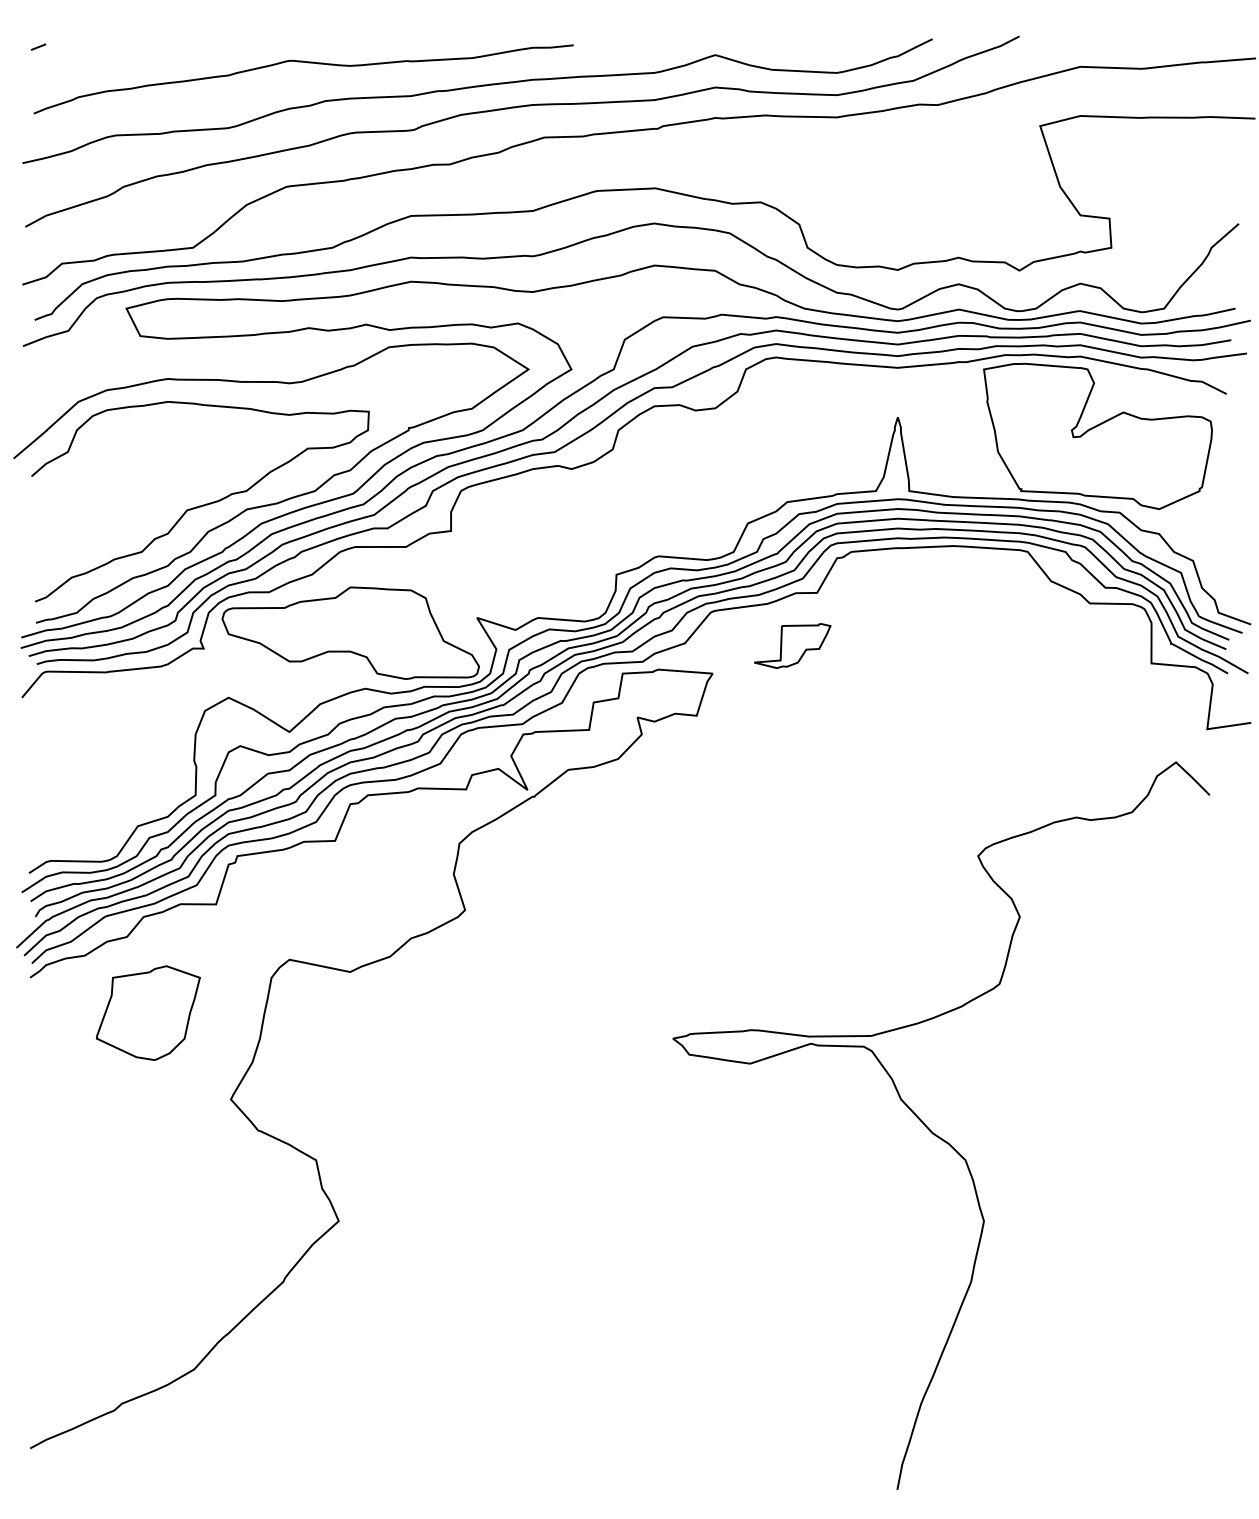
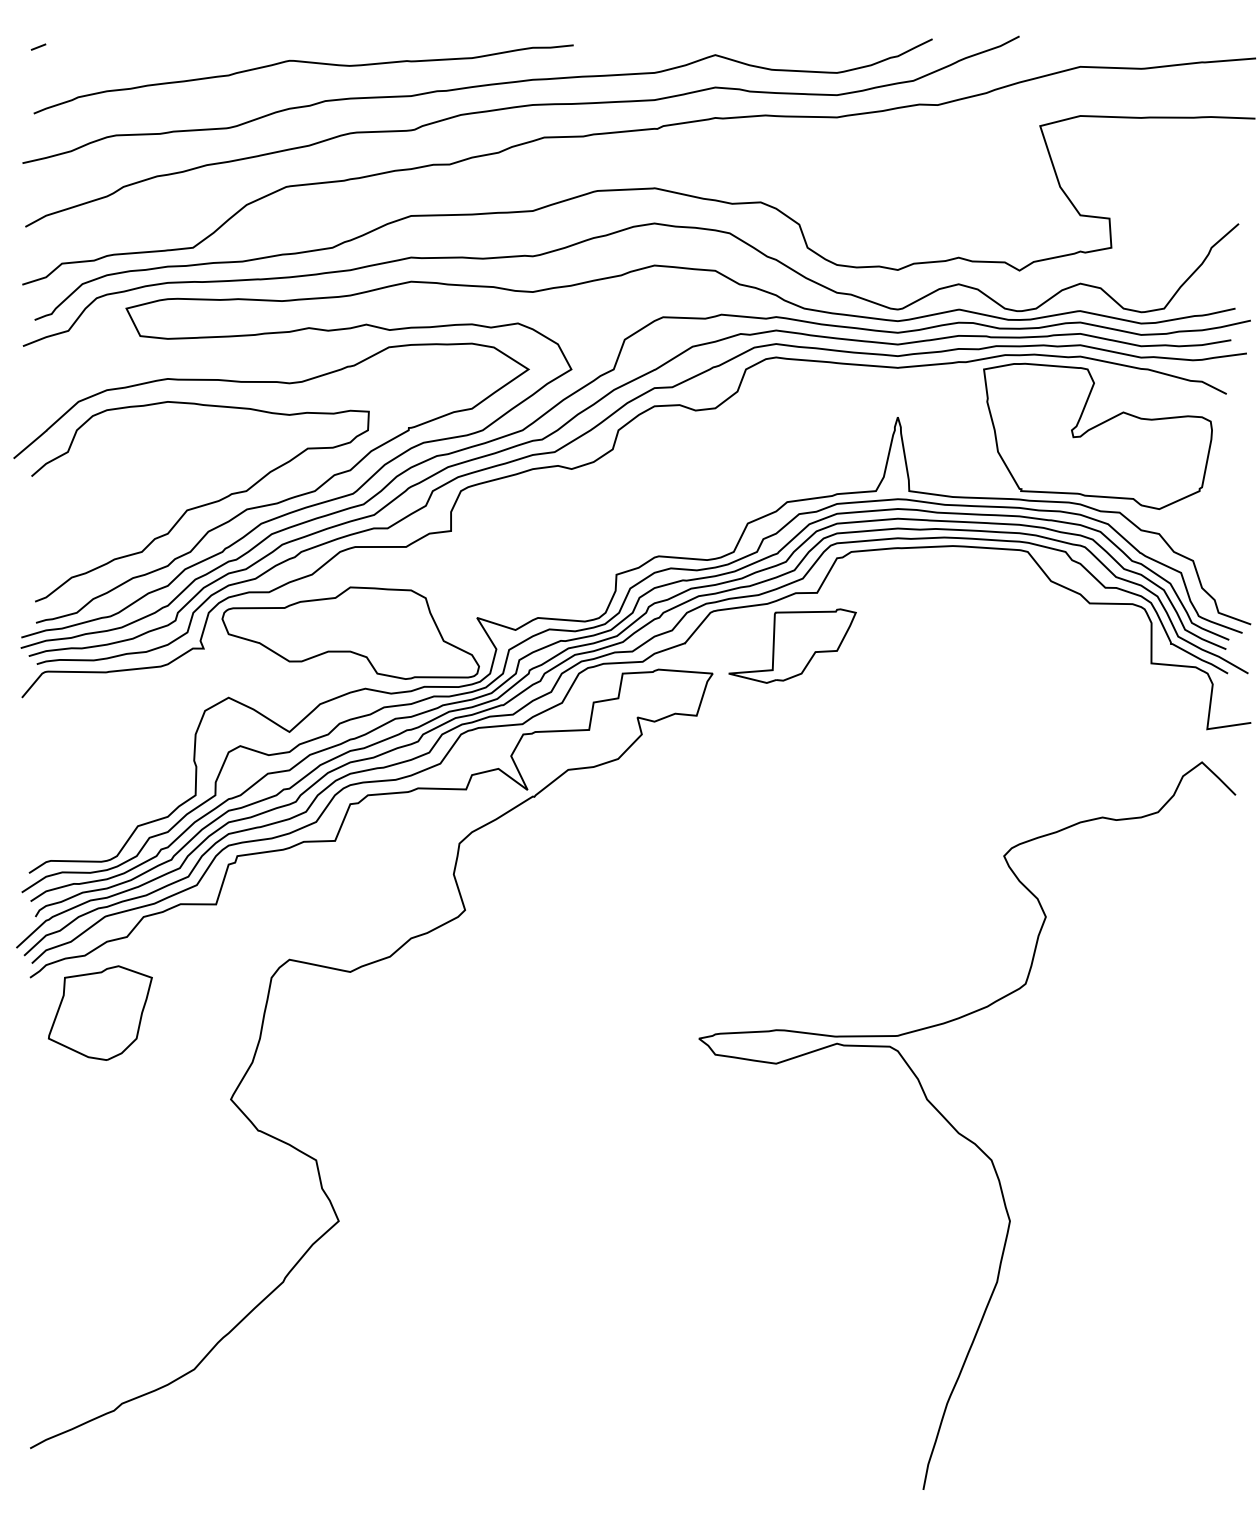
part at (792, 645) size: 78x46 px -> 129x76 px
part at (148, 1012) position: (148, 1012) -> (100, 1012)
curve at (935, 1133) position: (935, 1133) -> (961, 1133)
